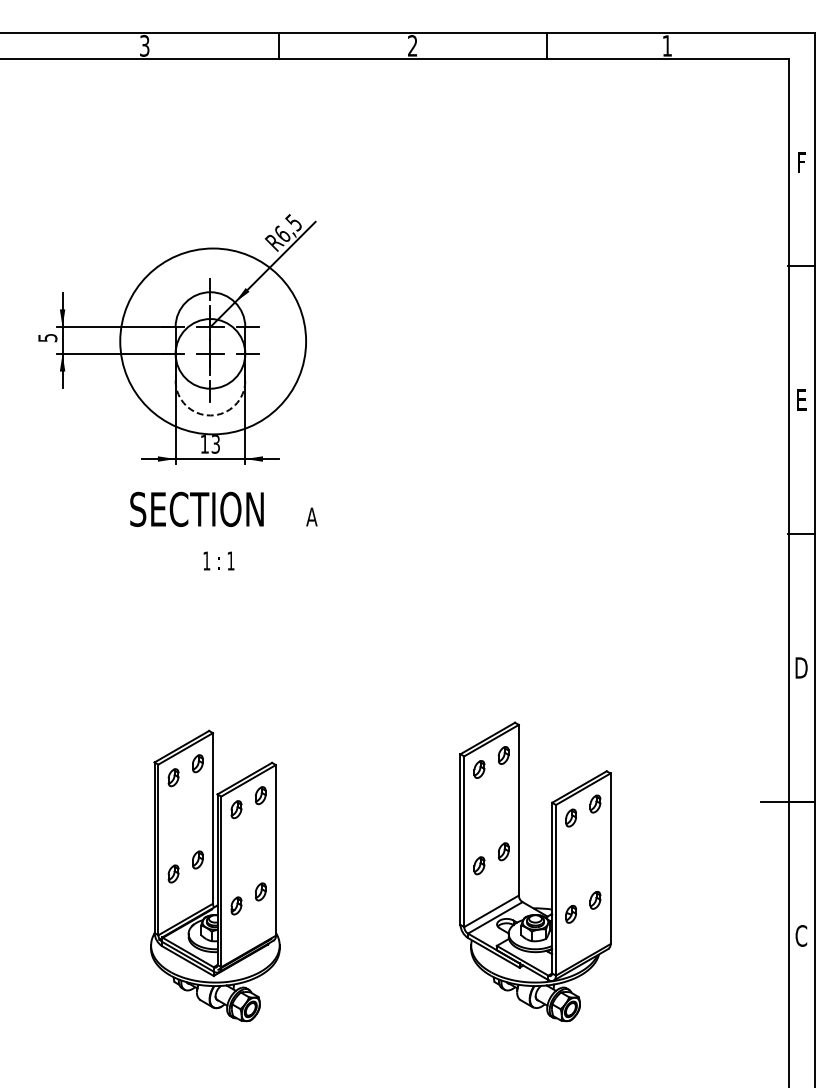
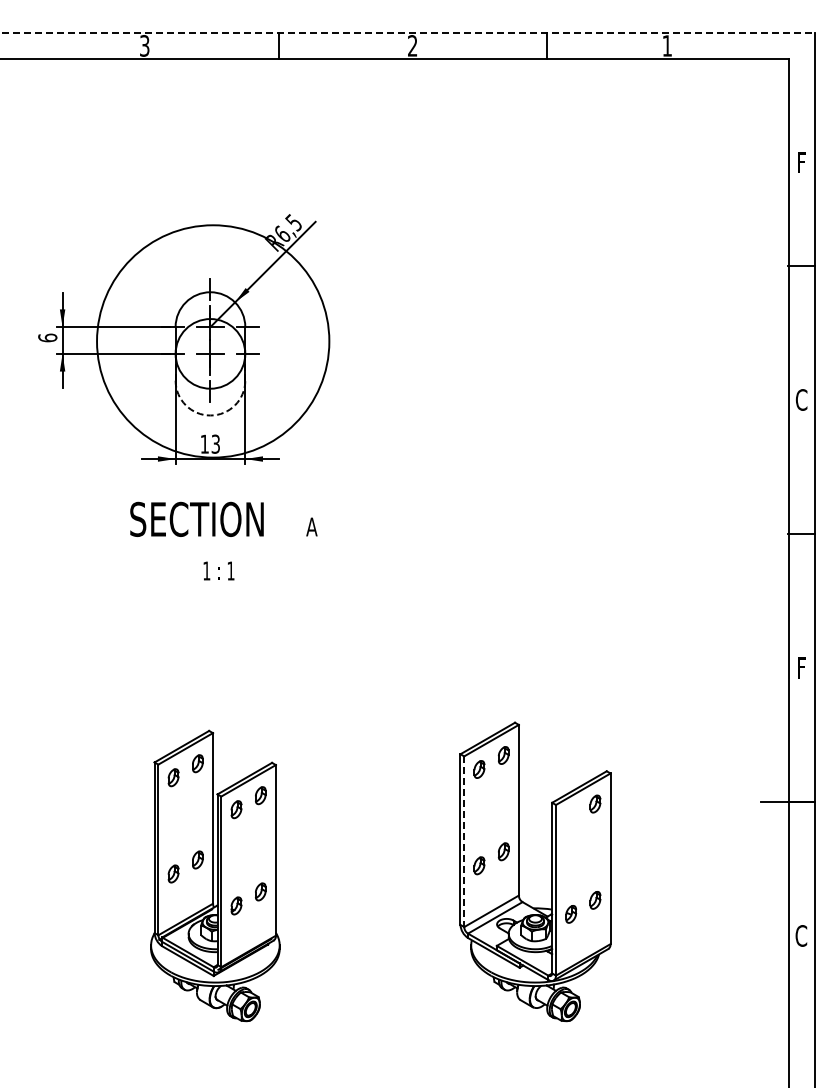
line at (408, 32): solid -> dashed
text at (47, 337): 5 -> 6
circle at (213, 341) diameter: 186 px -> 232 px
text at (801, 399): E -> C
text at (223, 530) position: (223, 530) -> (223, 540)
text at (801, 667): D -> F
part at (571, 817): present -> none
line at (464, 842): solid -> dashed
